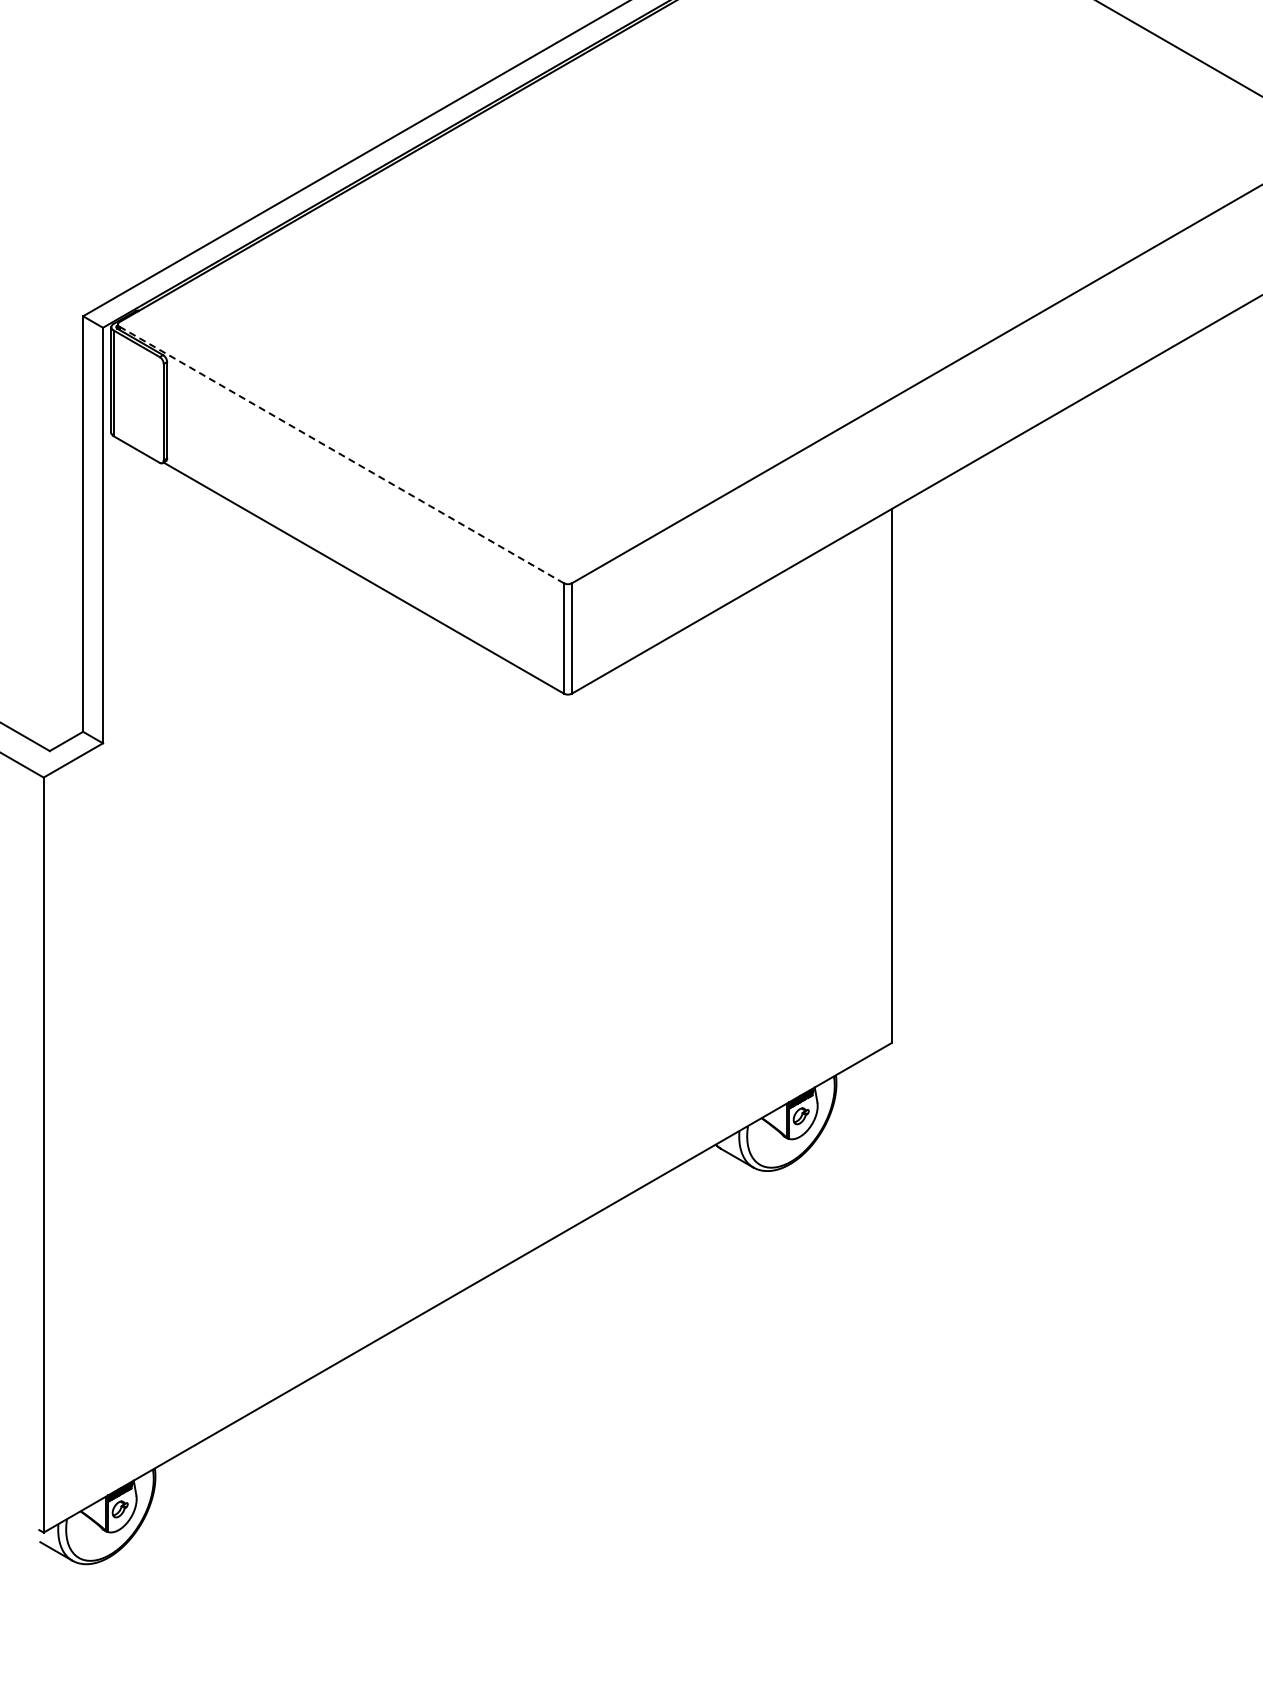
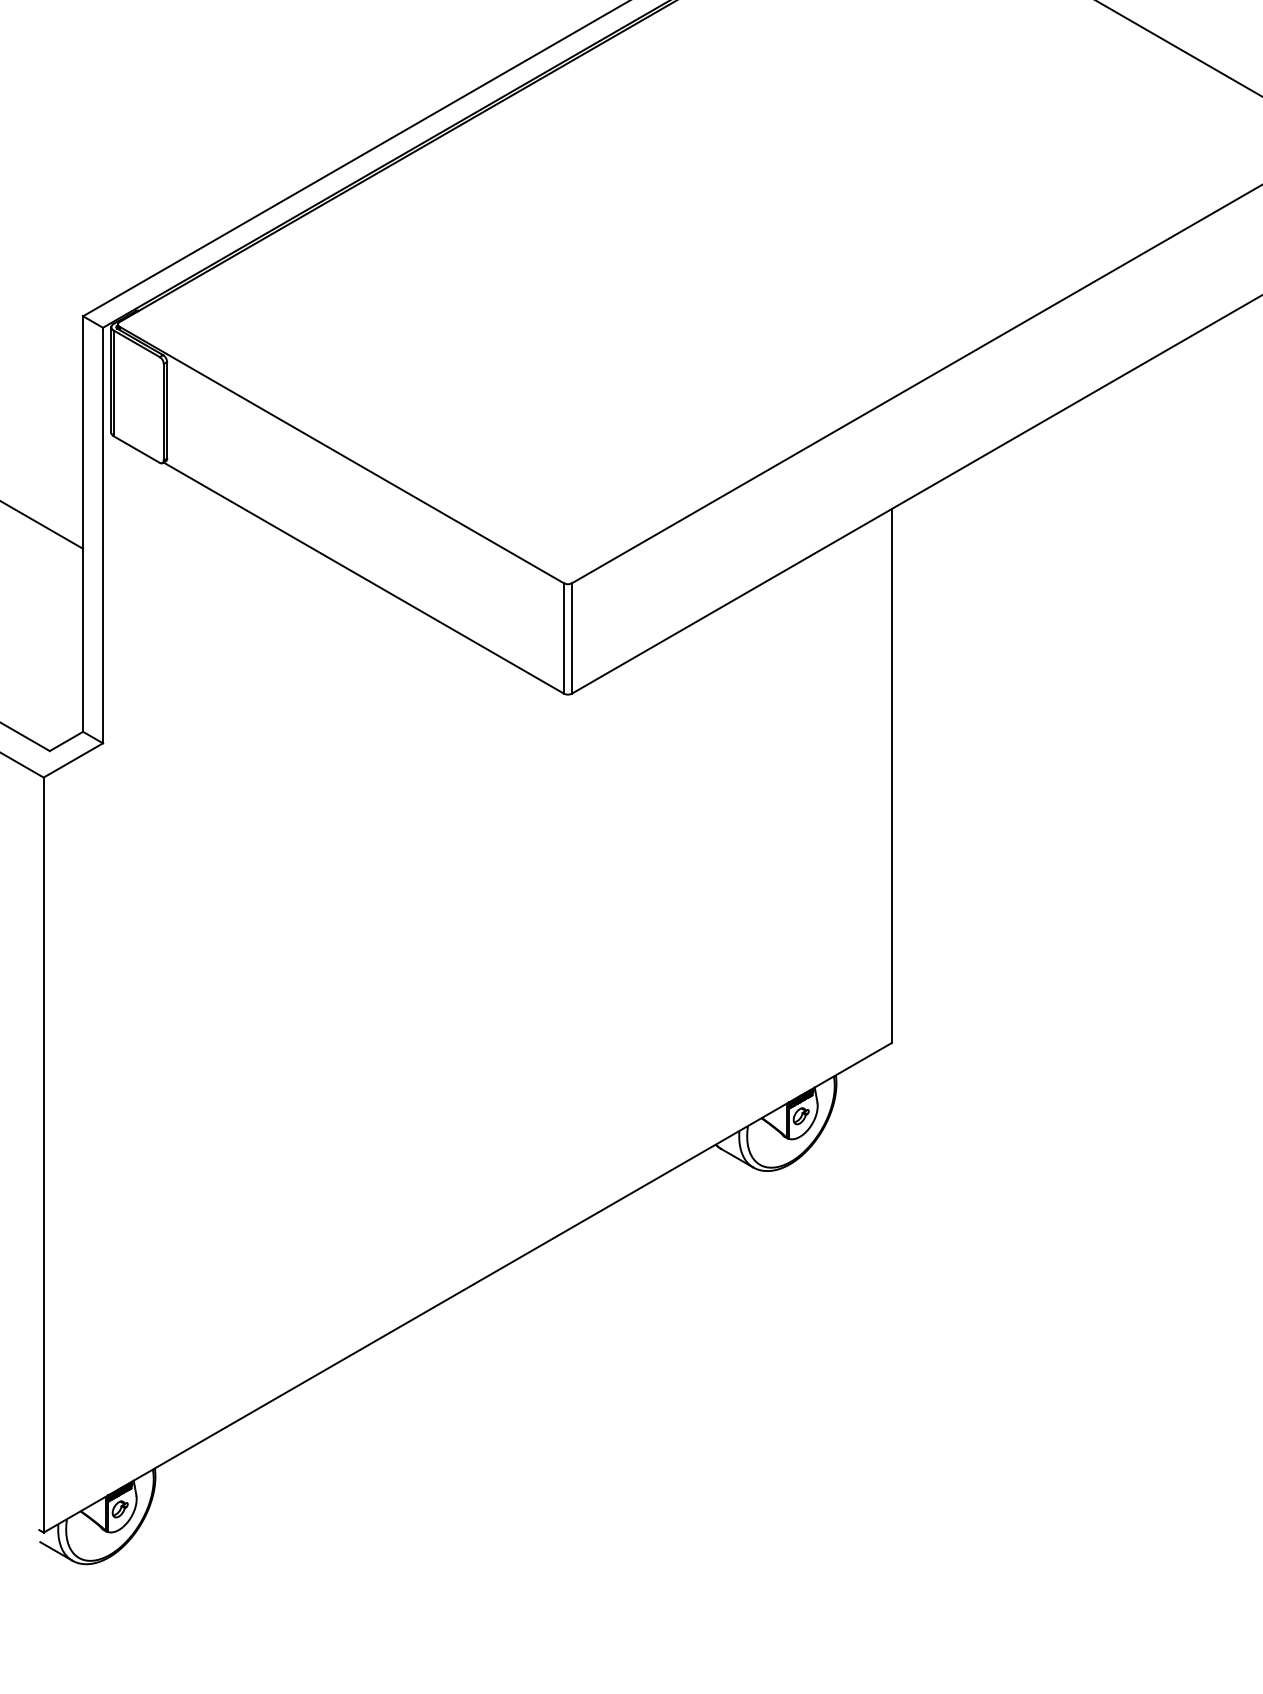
line at (341, 455): dashed -> solid
line at (42, 525): none -> present
